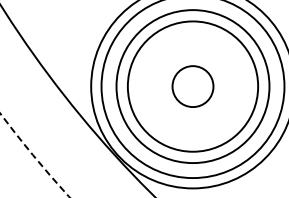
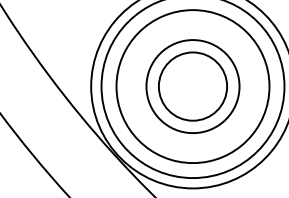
circle at (192, 86) diameter: 130 px -> 93 px
circle at (192, 86) diameter: 41 px -> 68 px
circle at (34, 155): dashed -> solid
